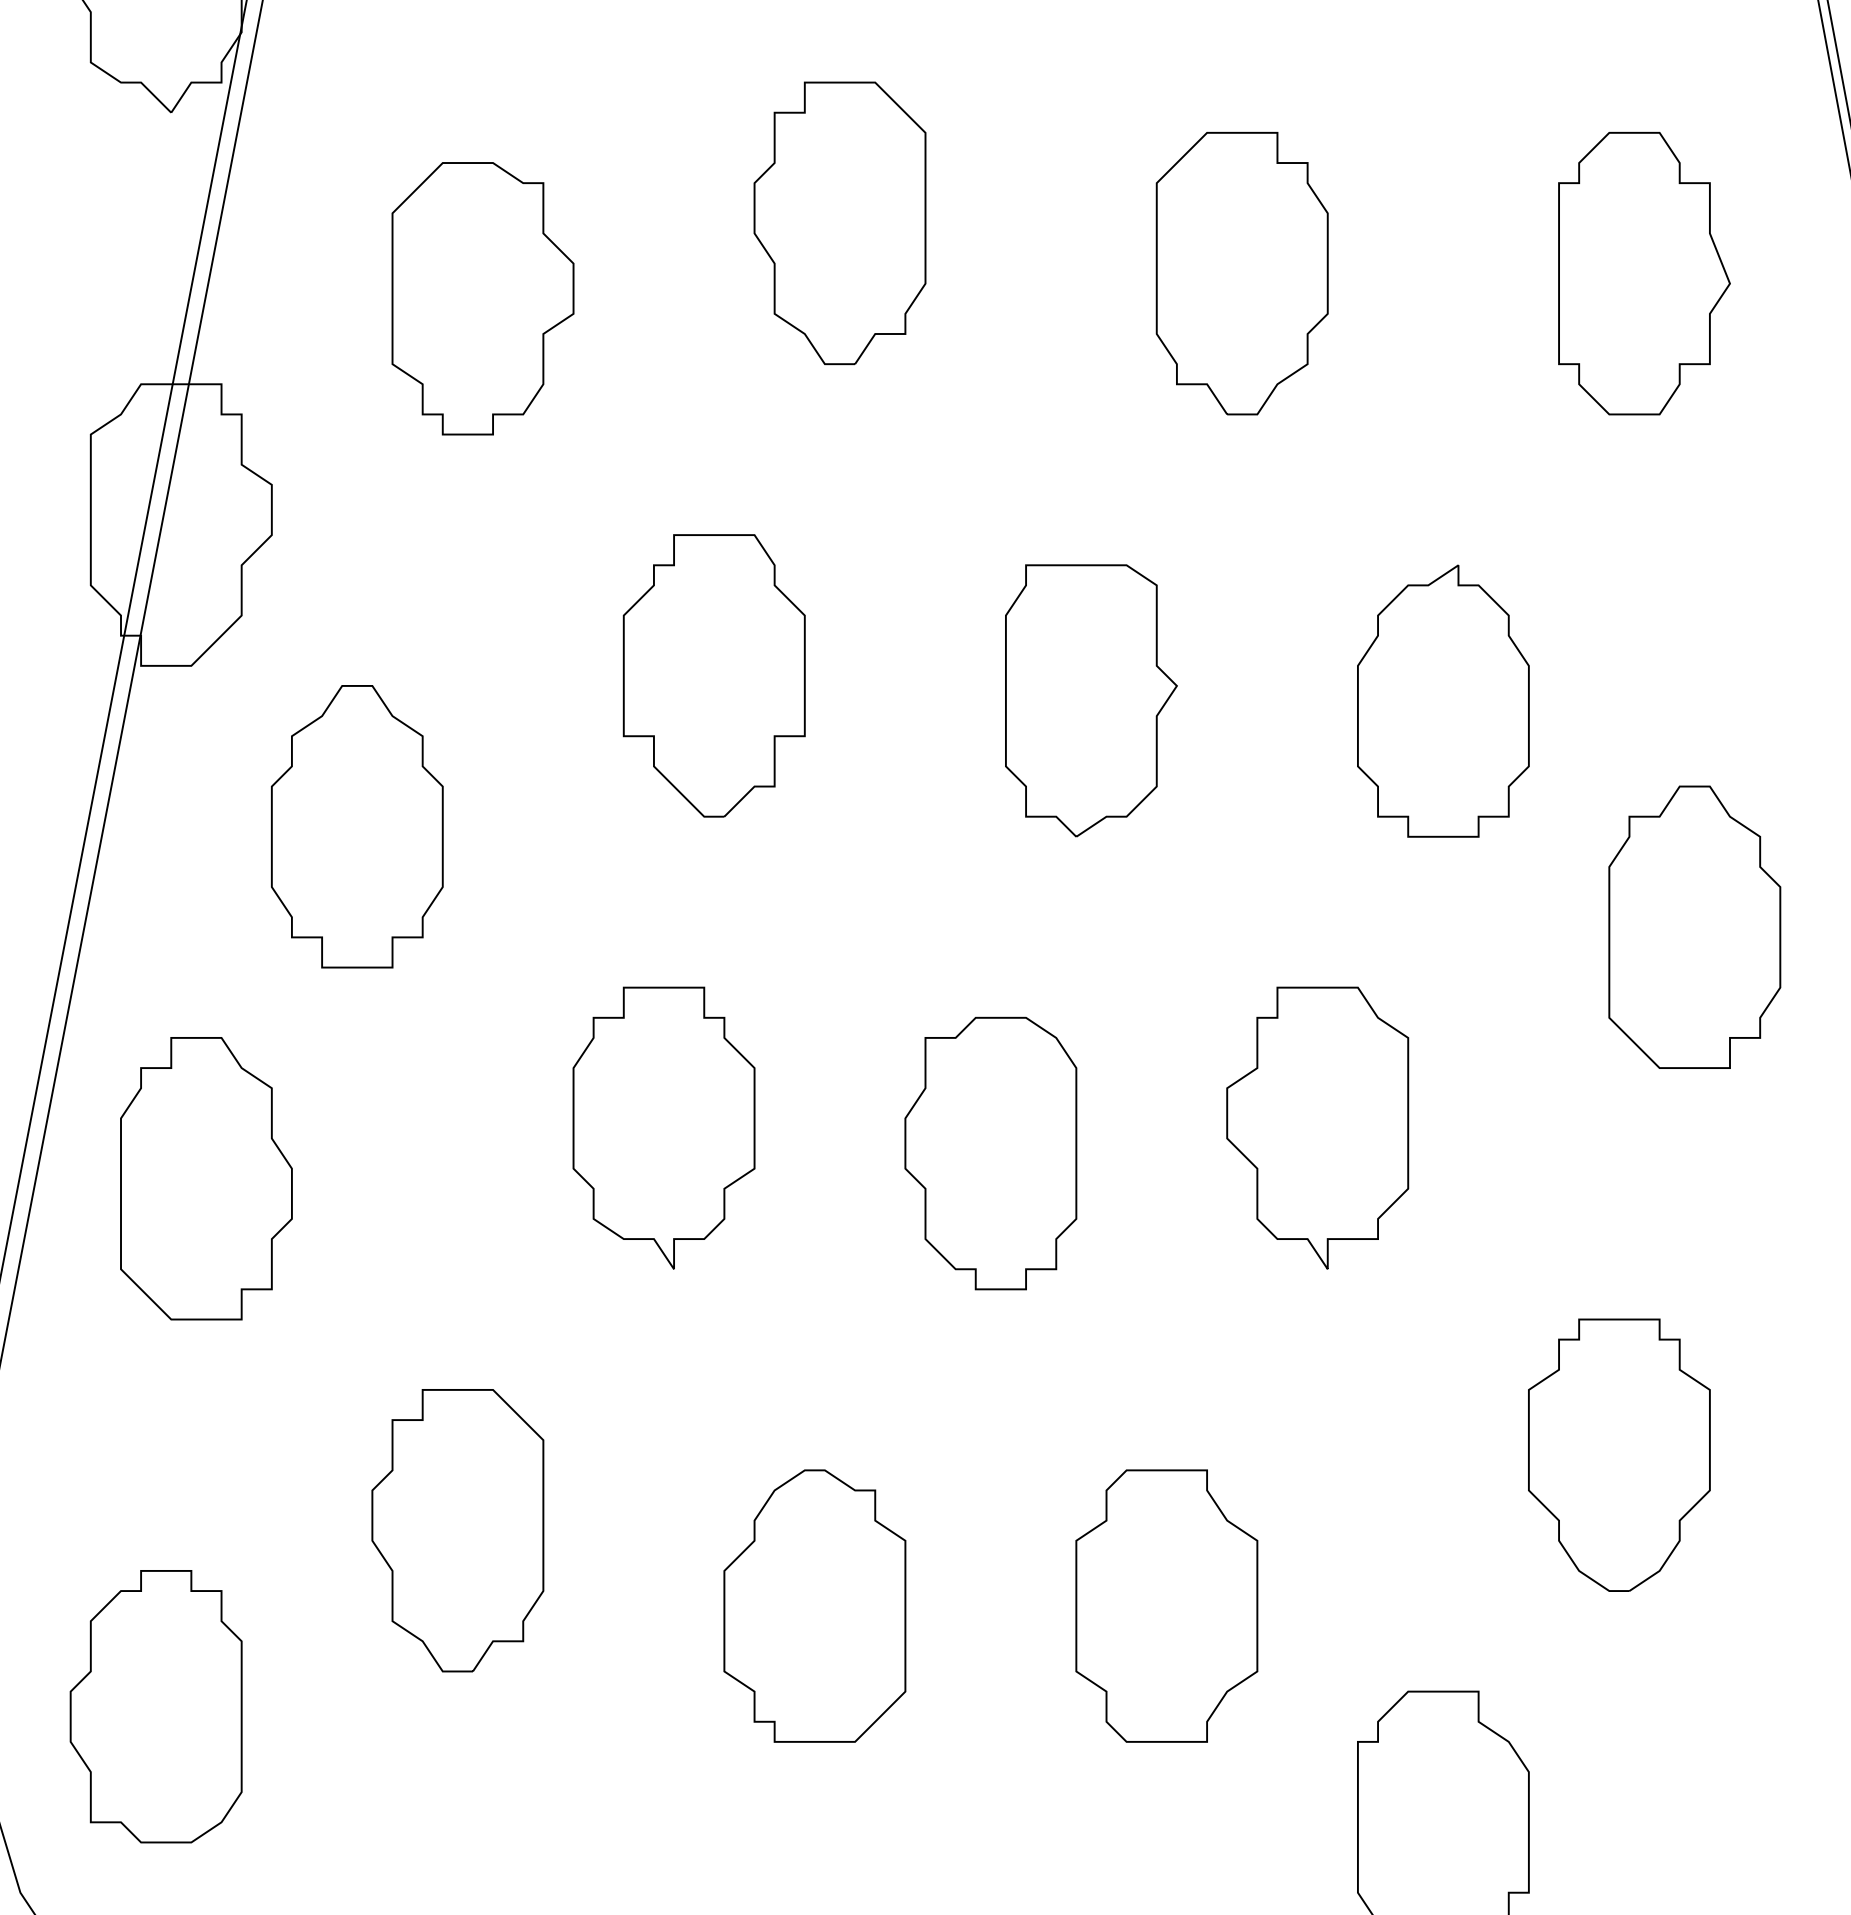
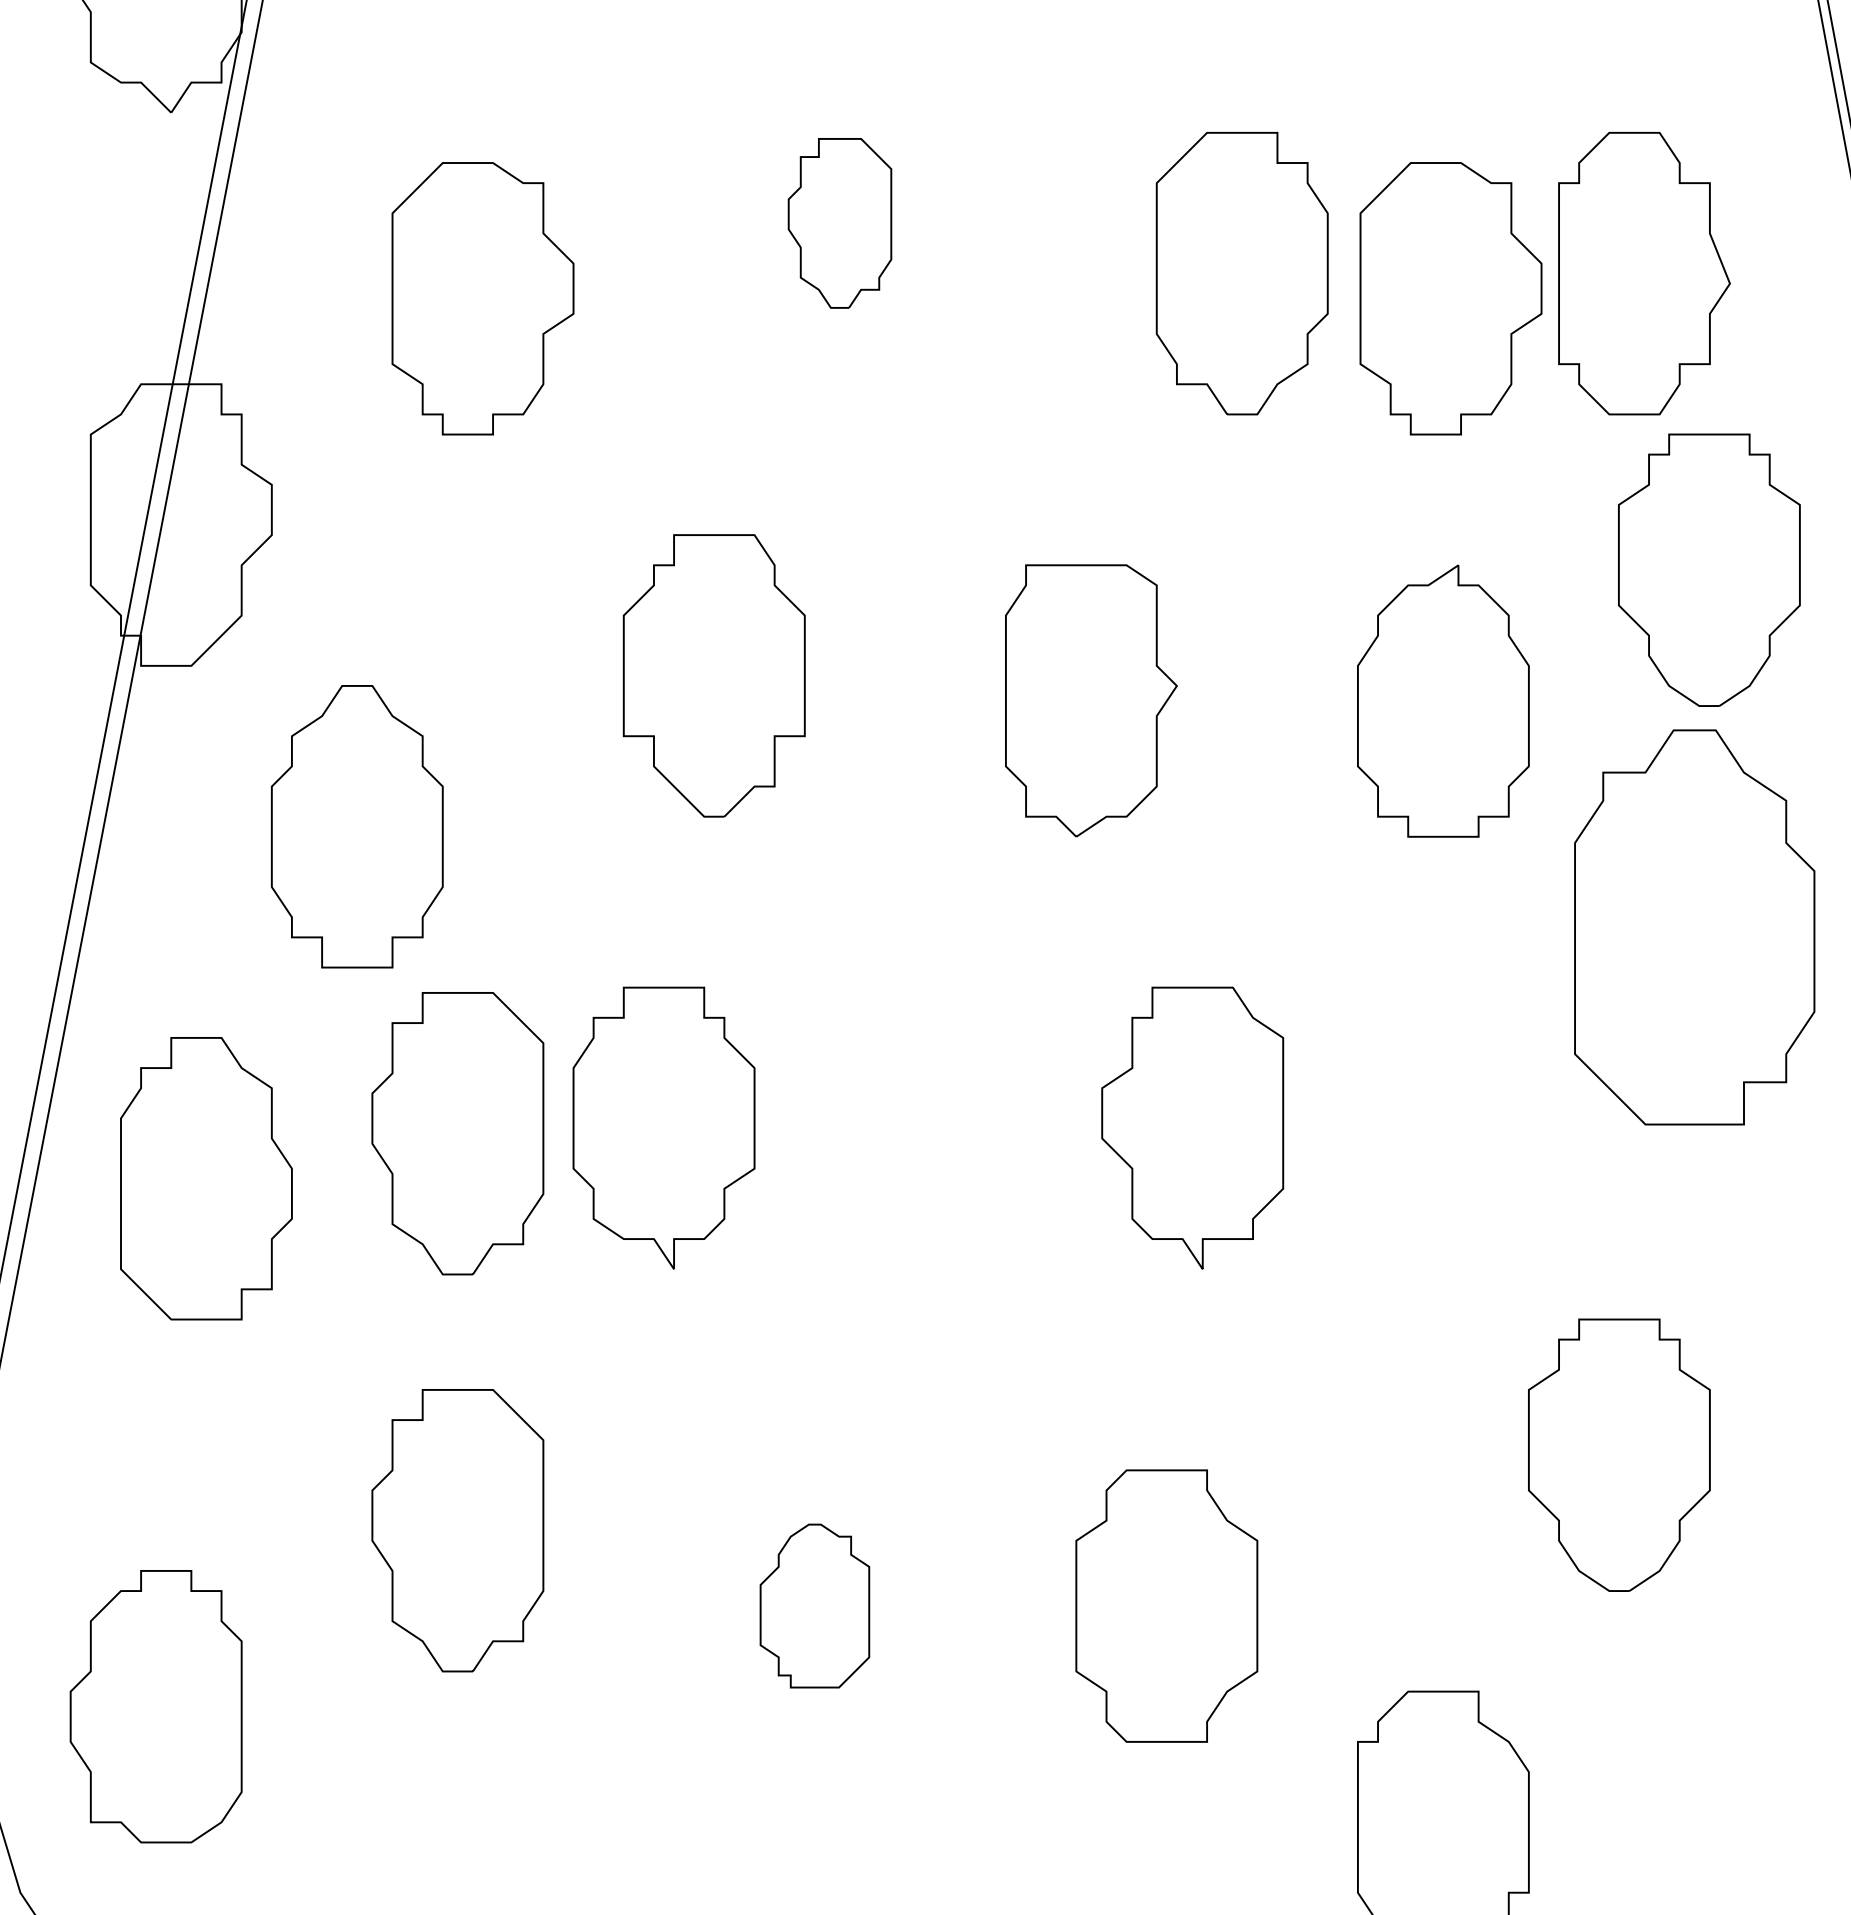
part at (839, 223) size: 174x285 px -> 106x171 px
part at (1450, 298): none -> present
part at (1709, 569): none -> present
part at (1694, 926) size: 174x284 px -> 242x397 px
part at (1317, 1127) position: (1317, 1127) -> (1192, 1127)
part at (457, 1133): none -> present
part at (990, 1153): present -> none
part at (814, 1605) size: 184x274 px -> 112x166 px
